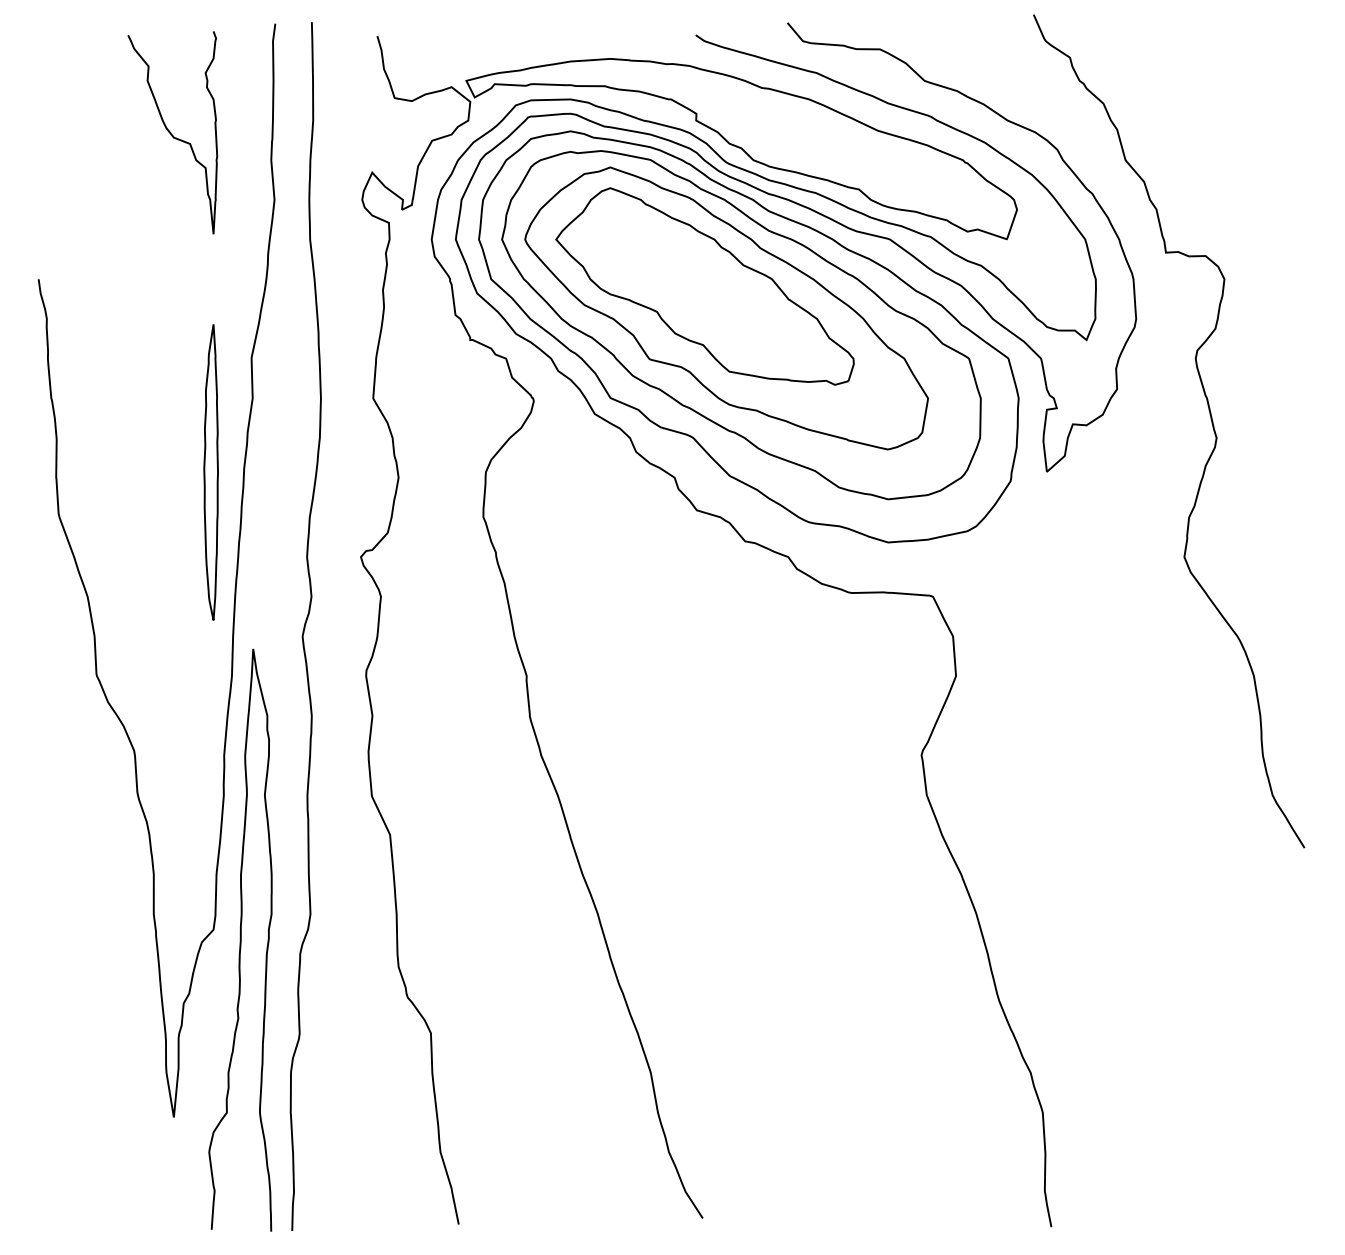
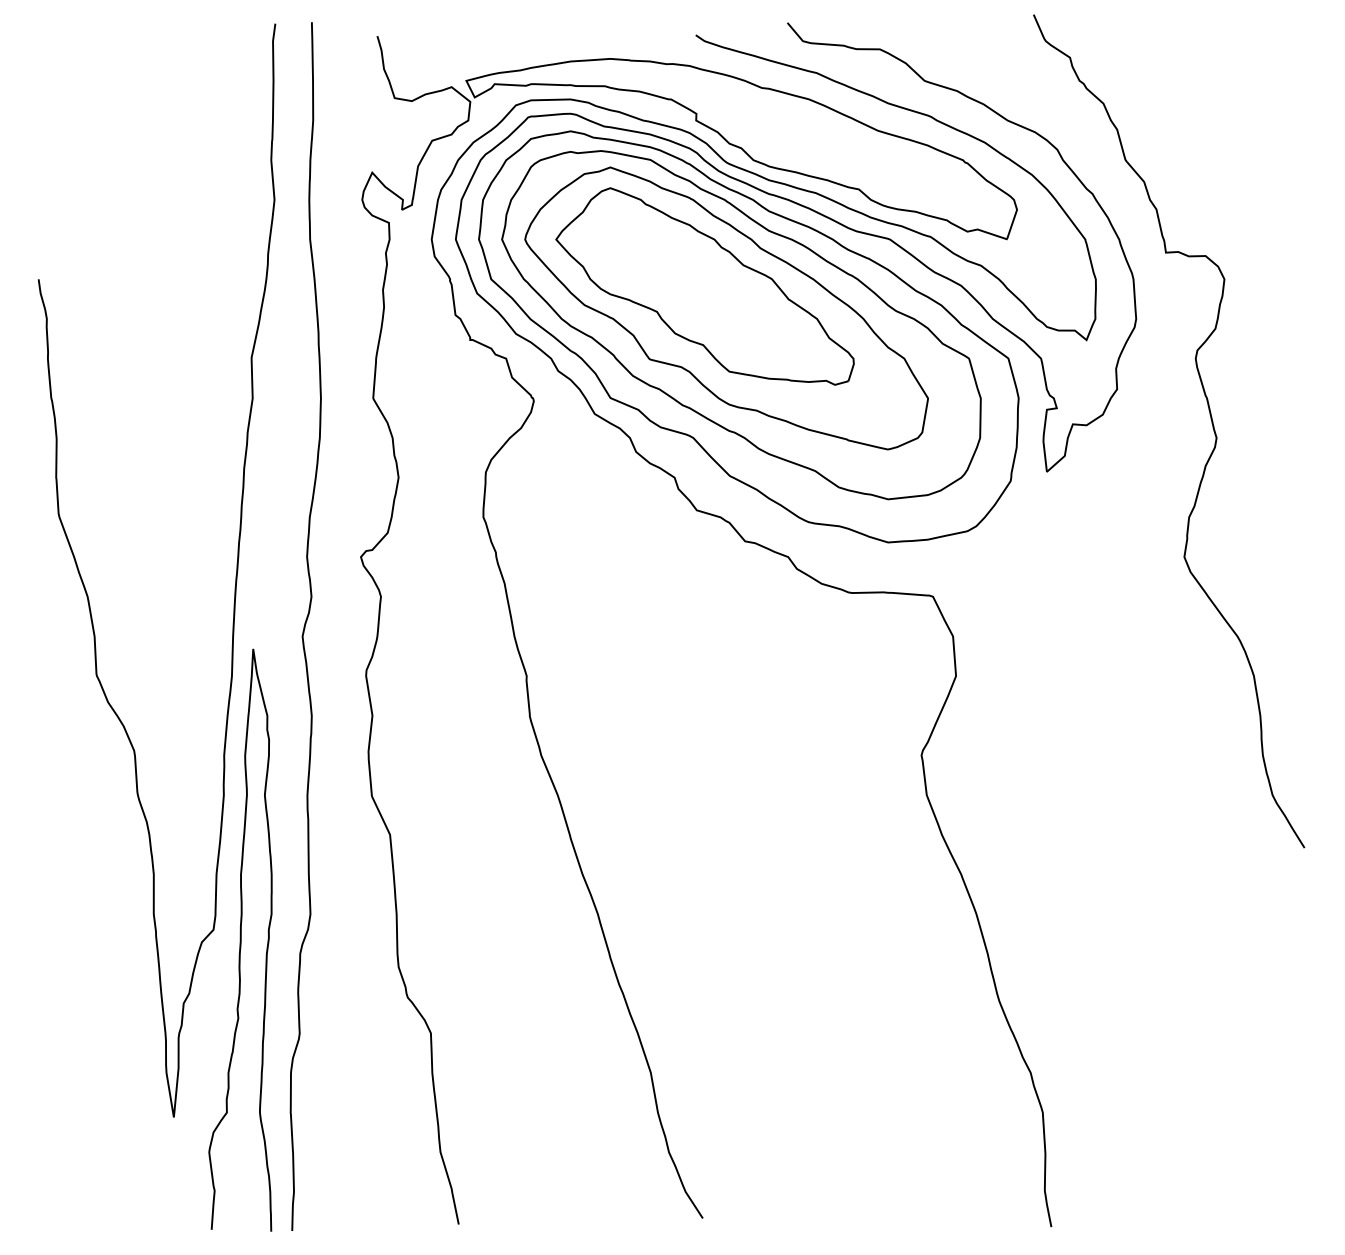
curve at (171, 132): present -> none
part at (210, 472): present -> none
